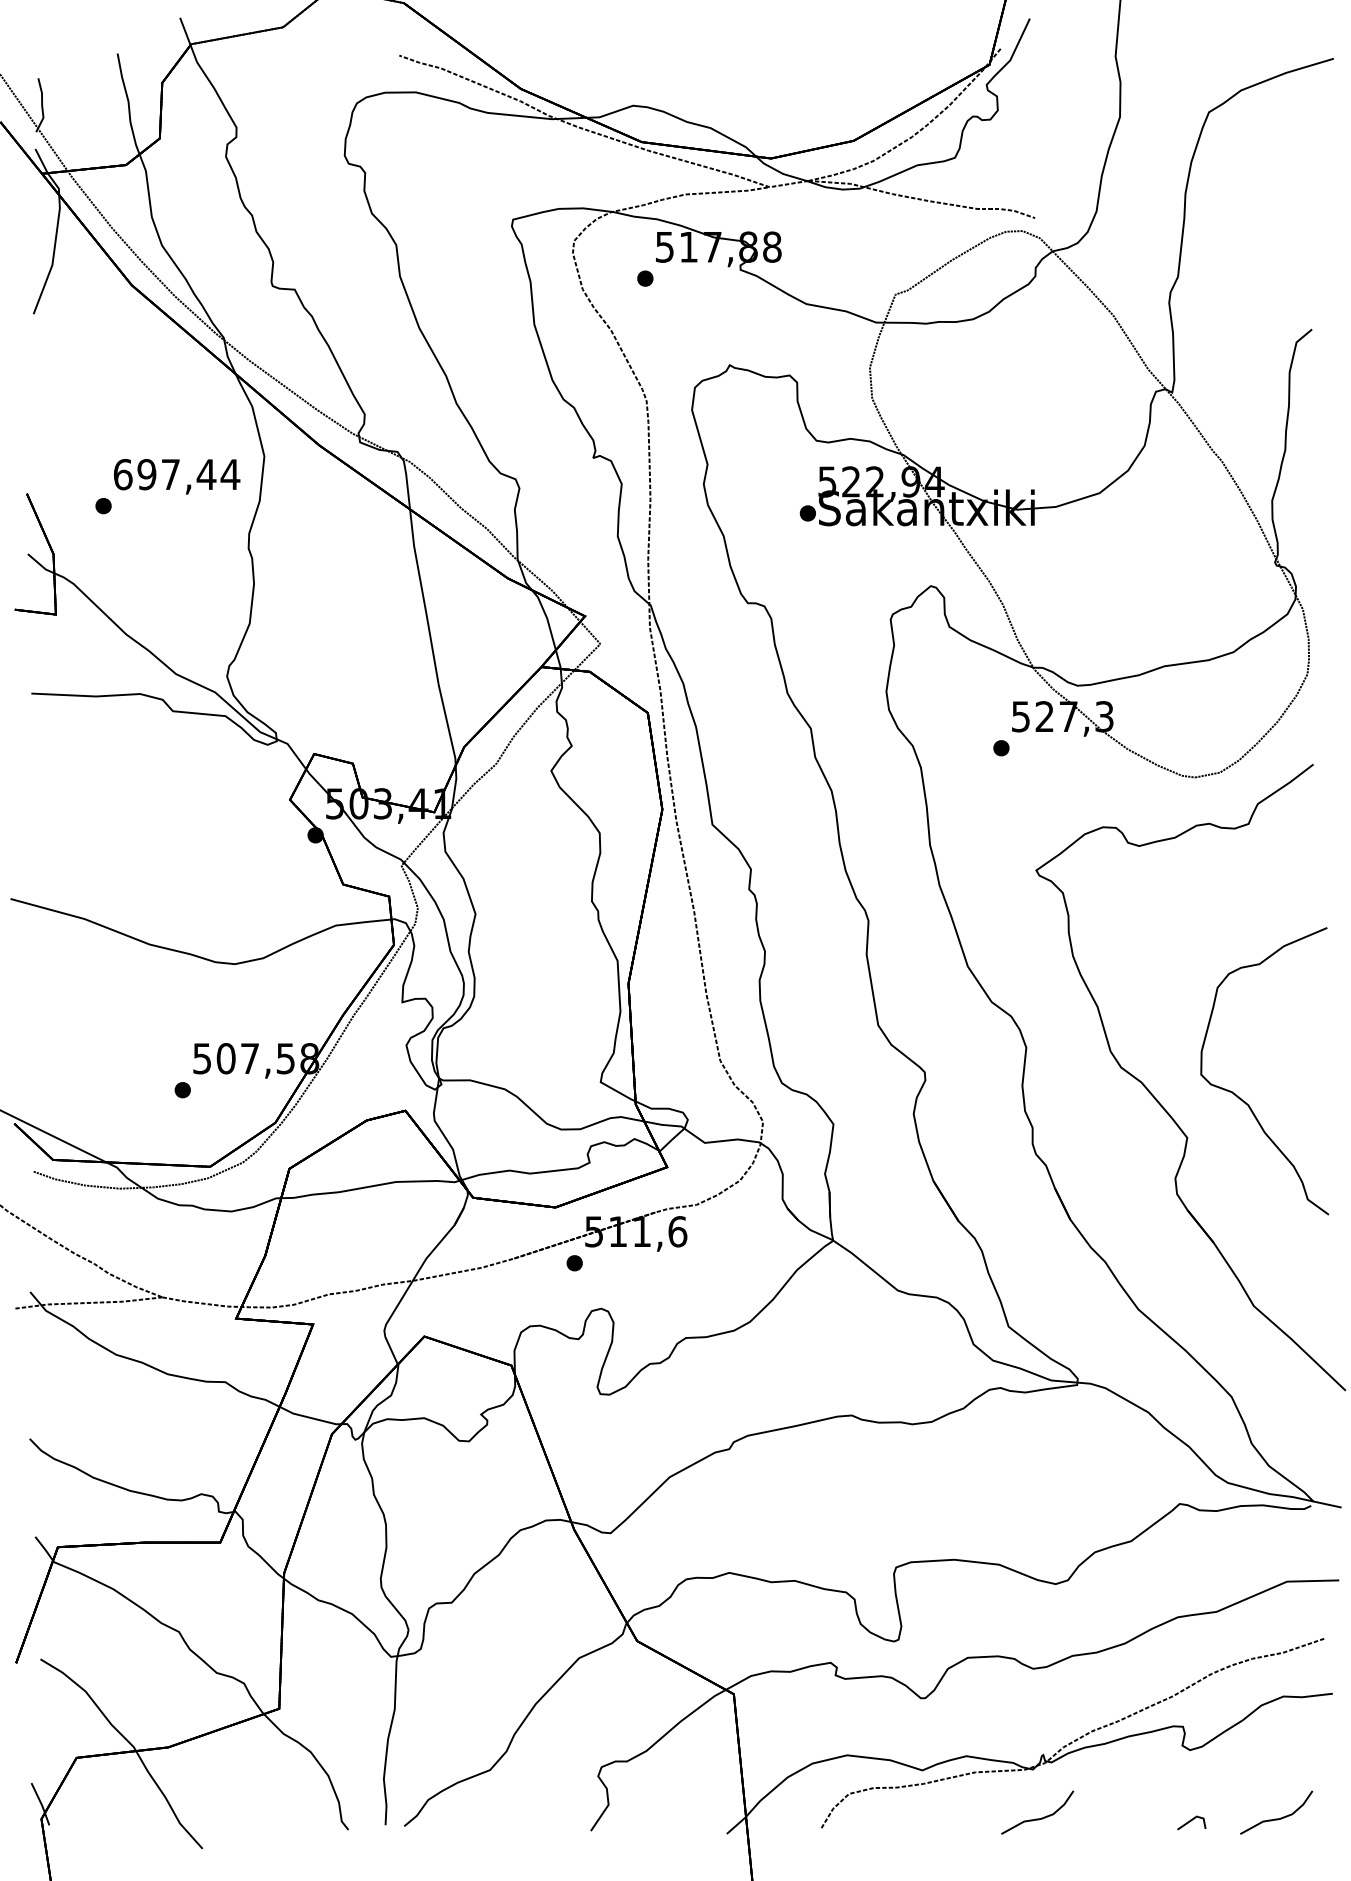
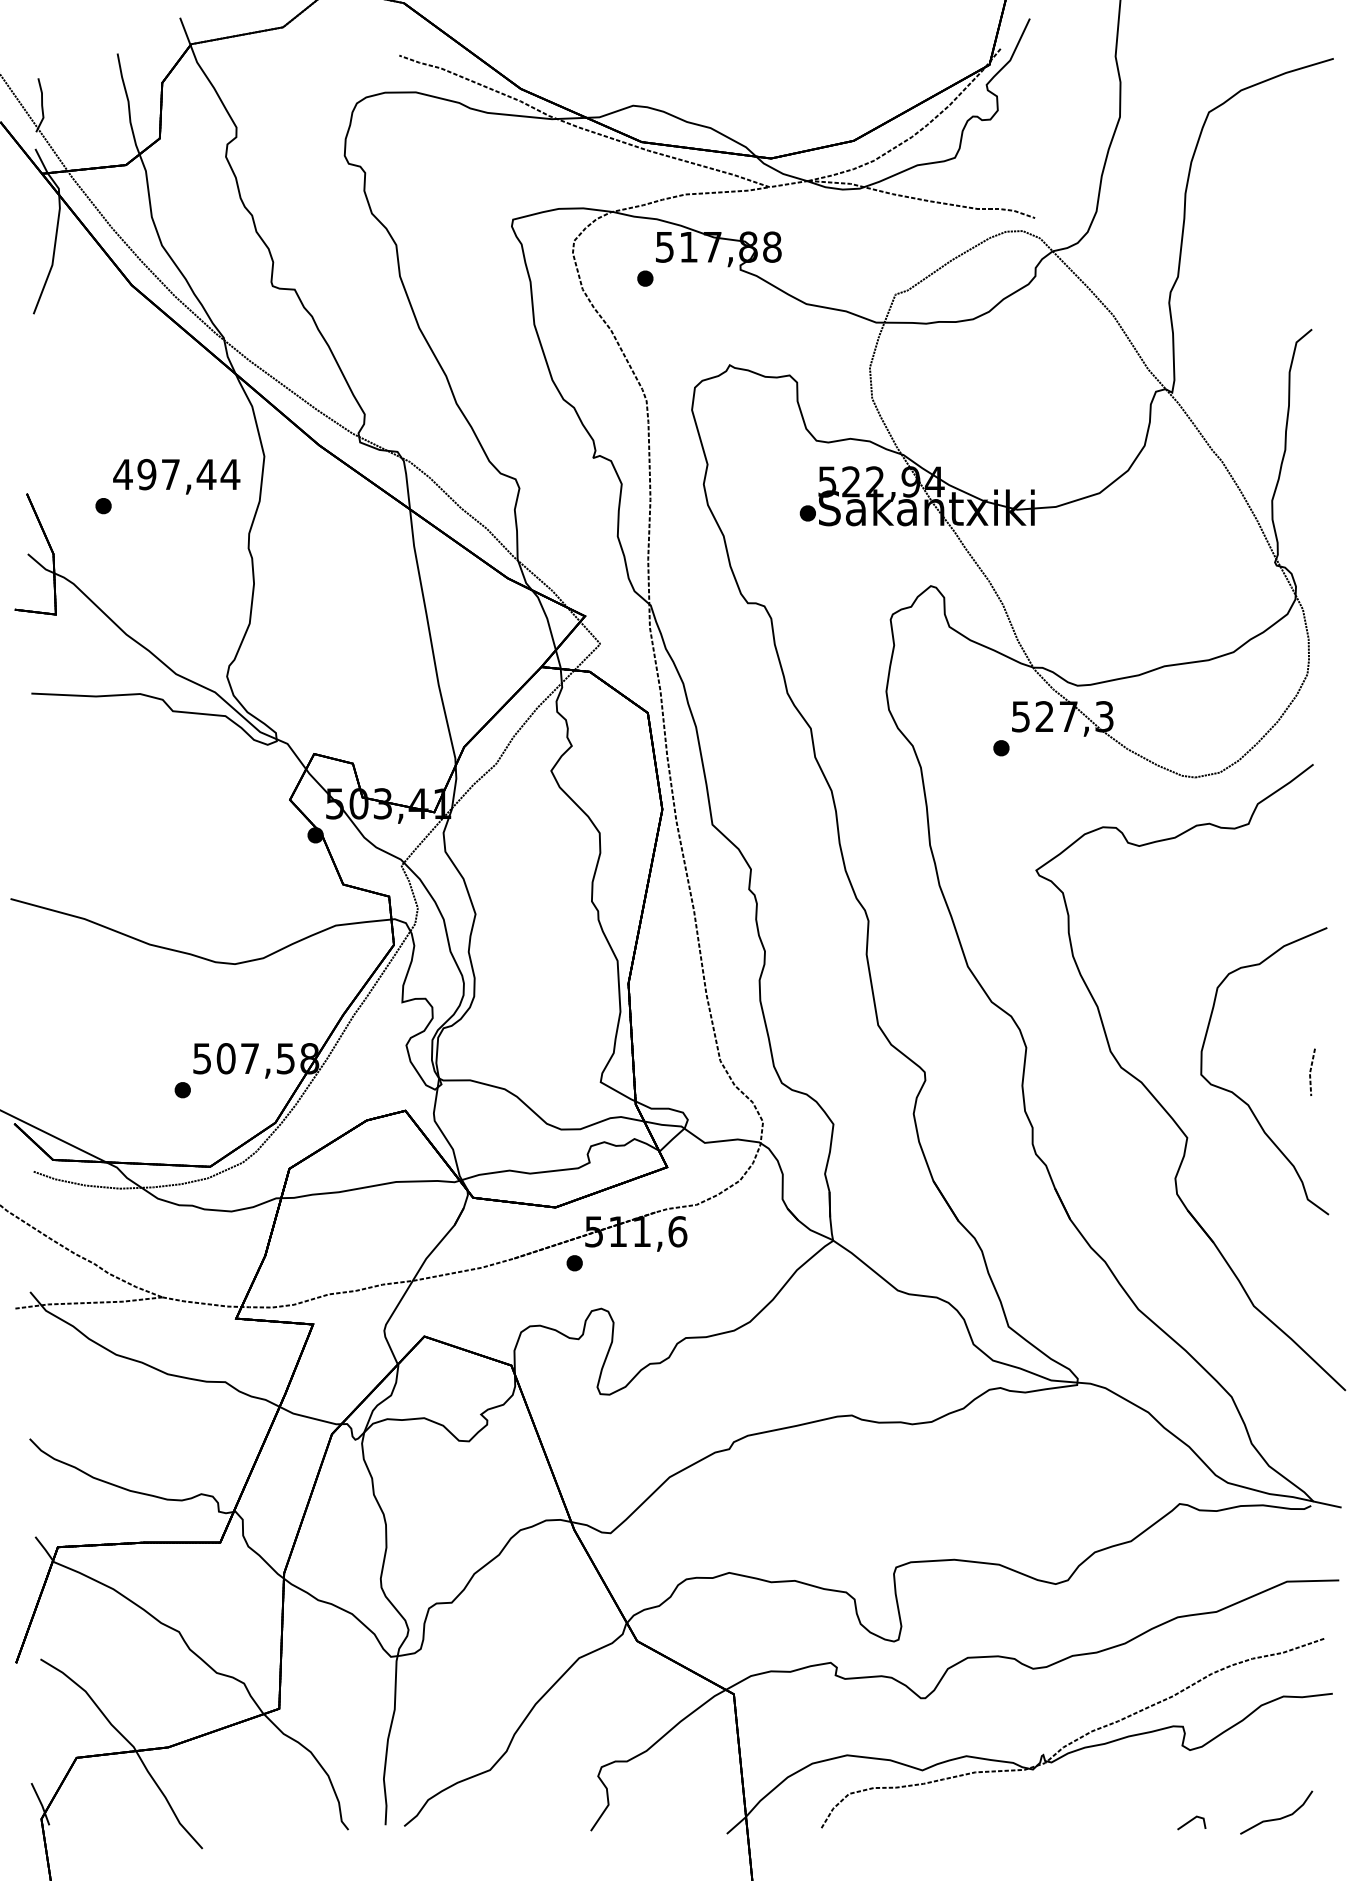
text at (122, 474): 697,44 -> 497,44
line at (1311, 1071): none -> present
curve at (1037, 1818): present -> none
